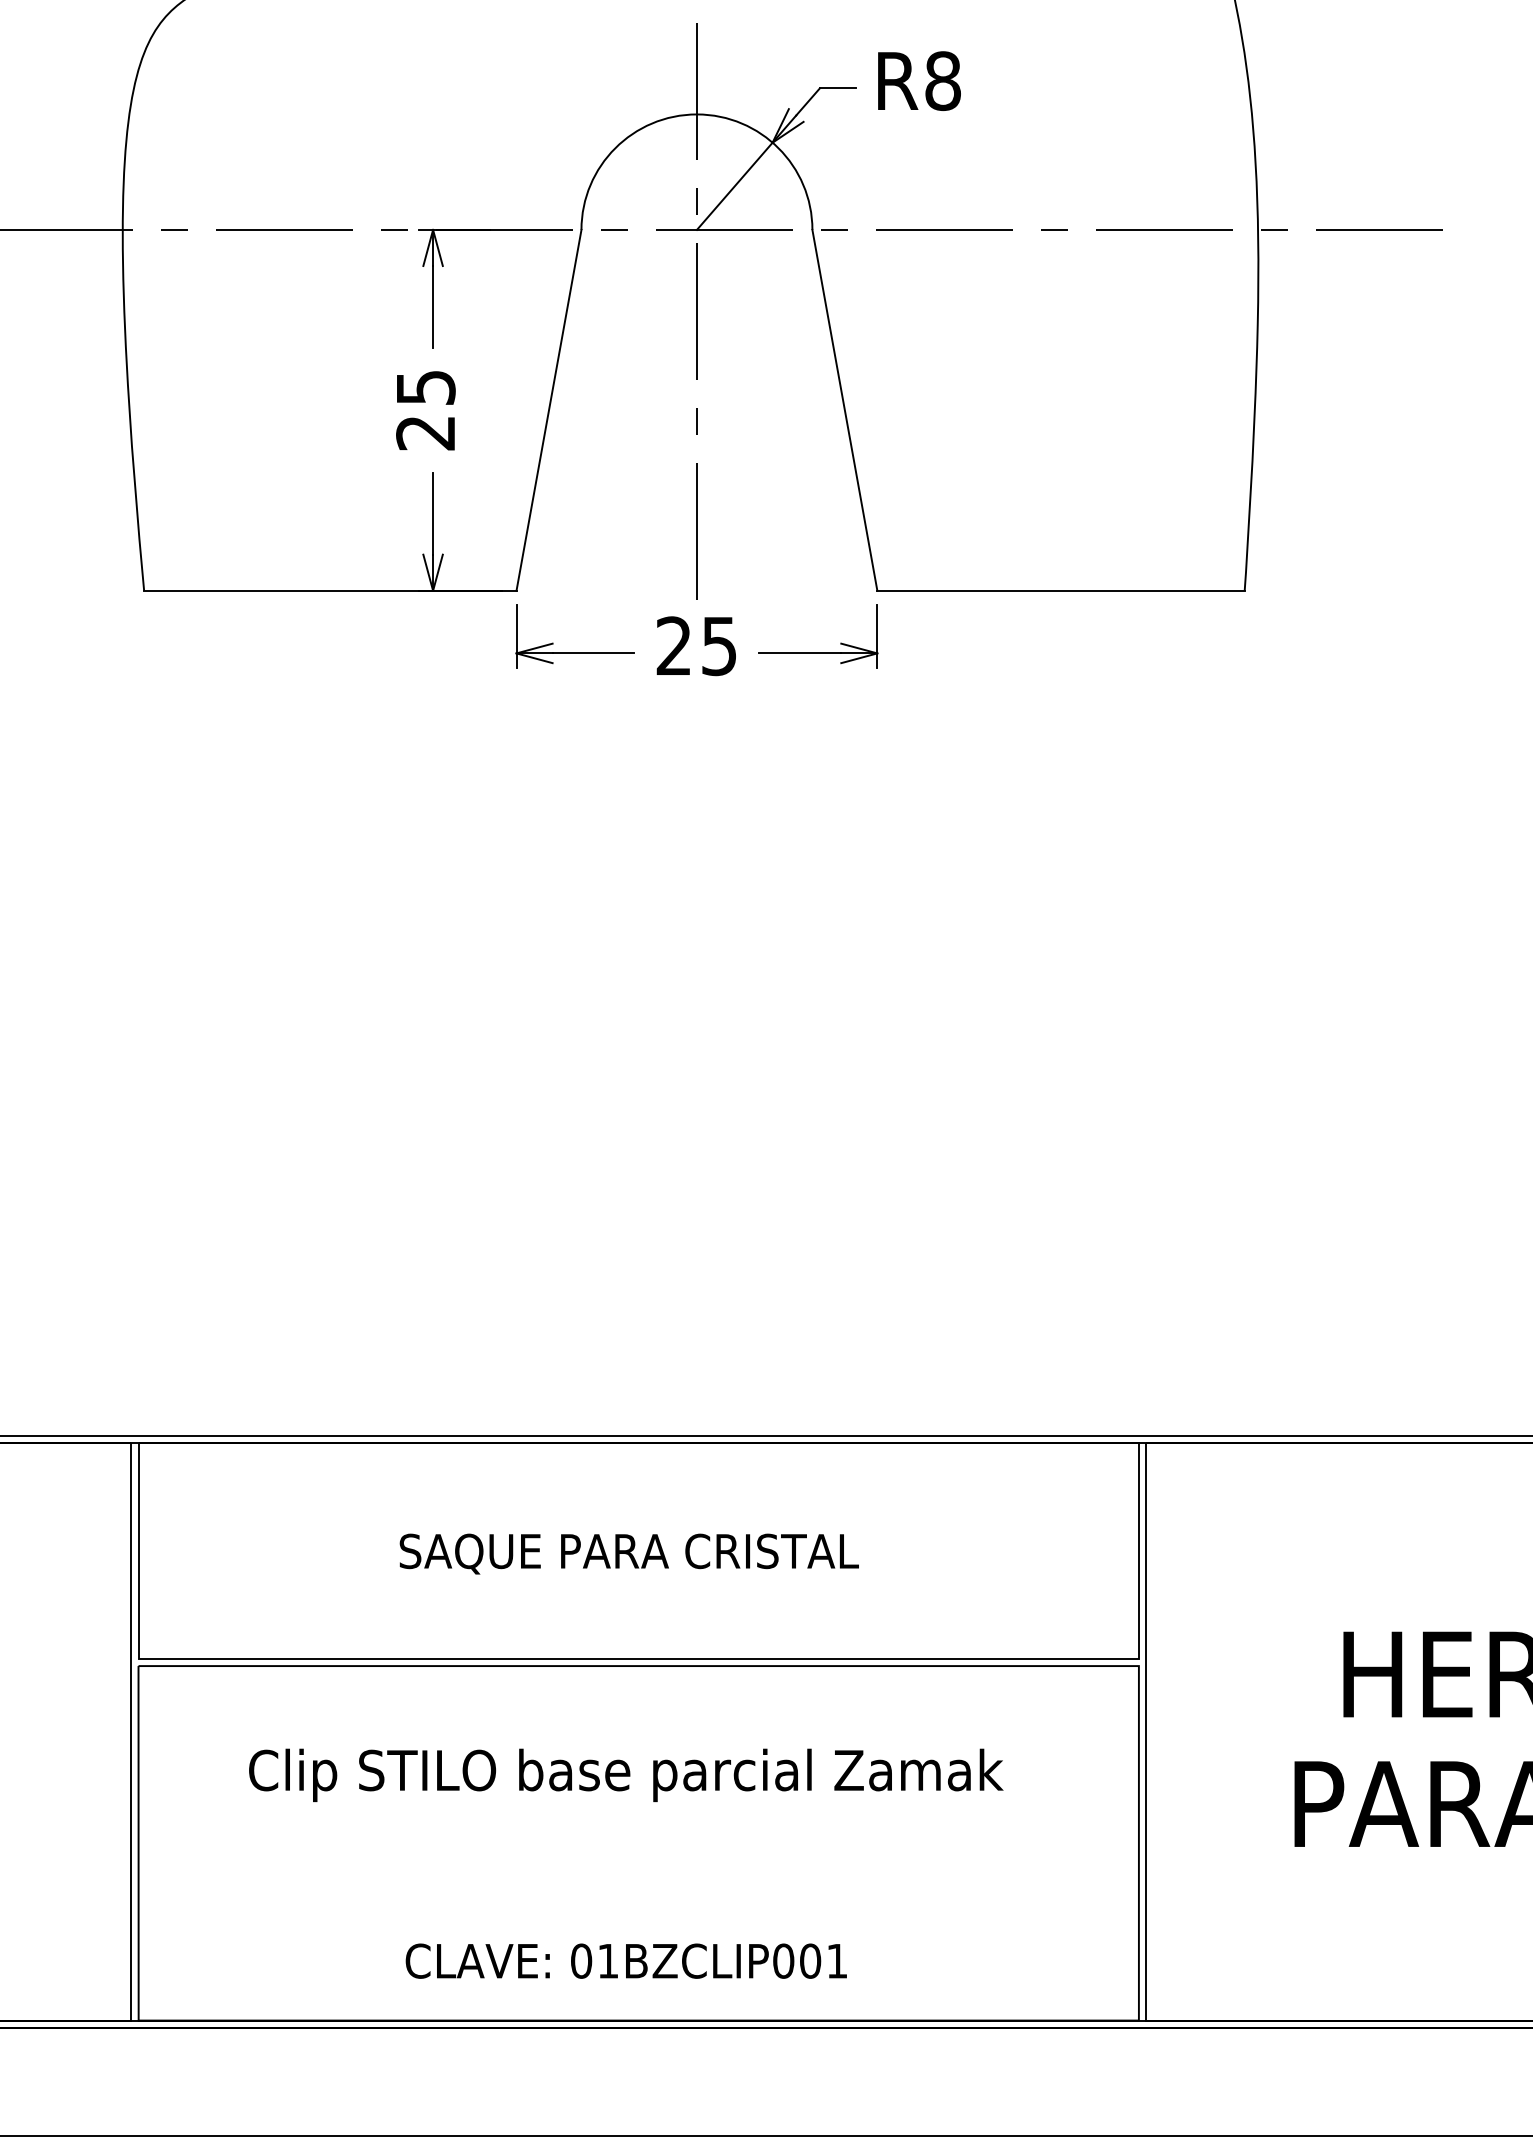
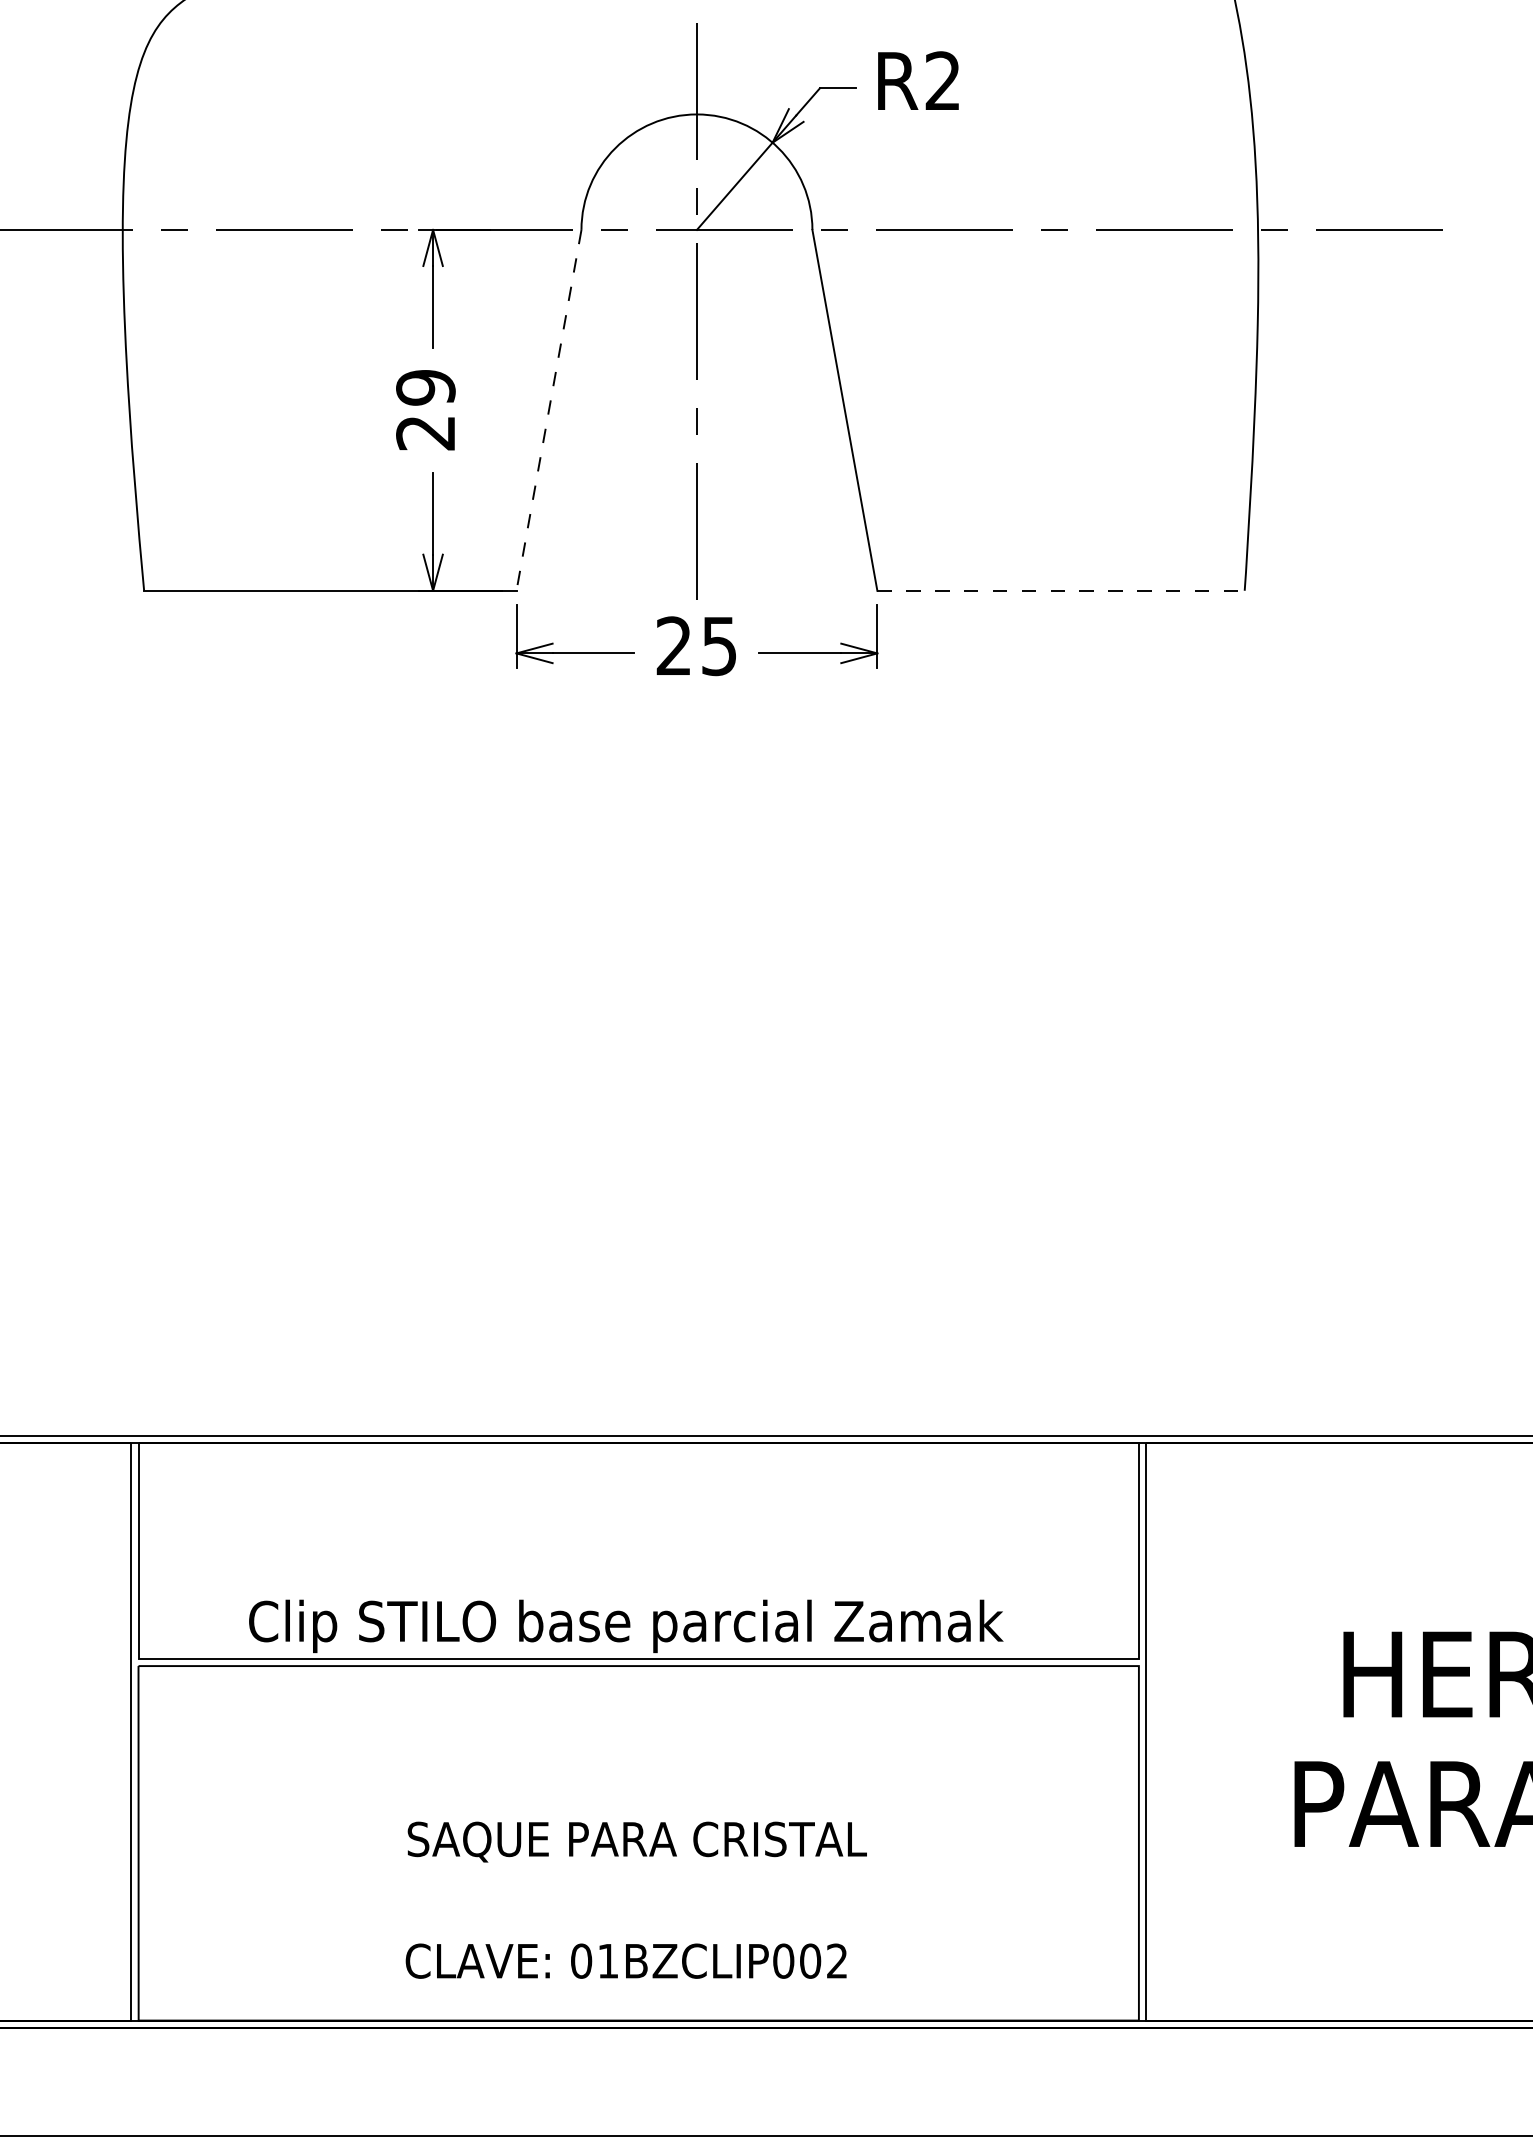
text at (942, 81): R8 -> R2
text at (425, 387): 25 -> 29
line at (548, 410): solid -> dashed
line at (1061, 590): solid -> dashed
text at (628, 1553) position: (628, 1553) -> (636, 1841)
text at (626, 1774) position: (626, 1774) -> (626, 1625)
text at (836, 1960): 01BZCLIP001 -> 01BZCLIP002
